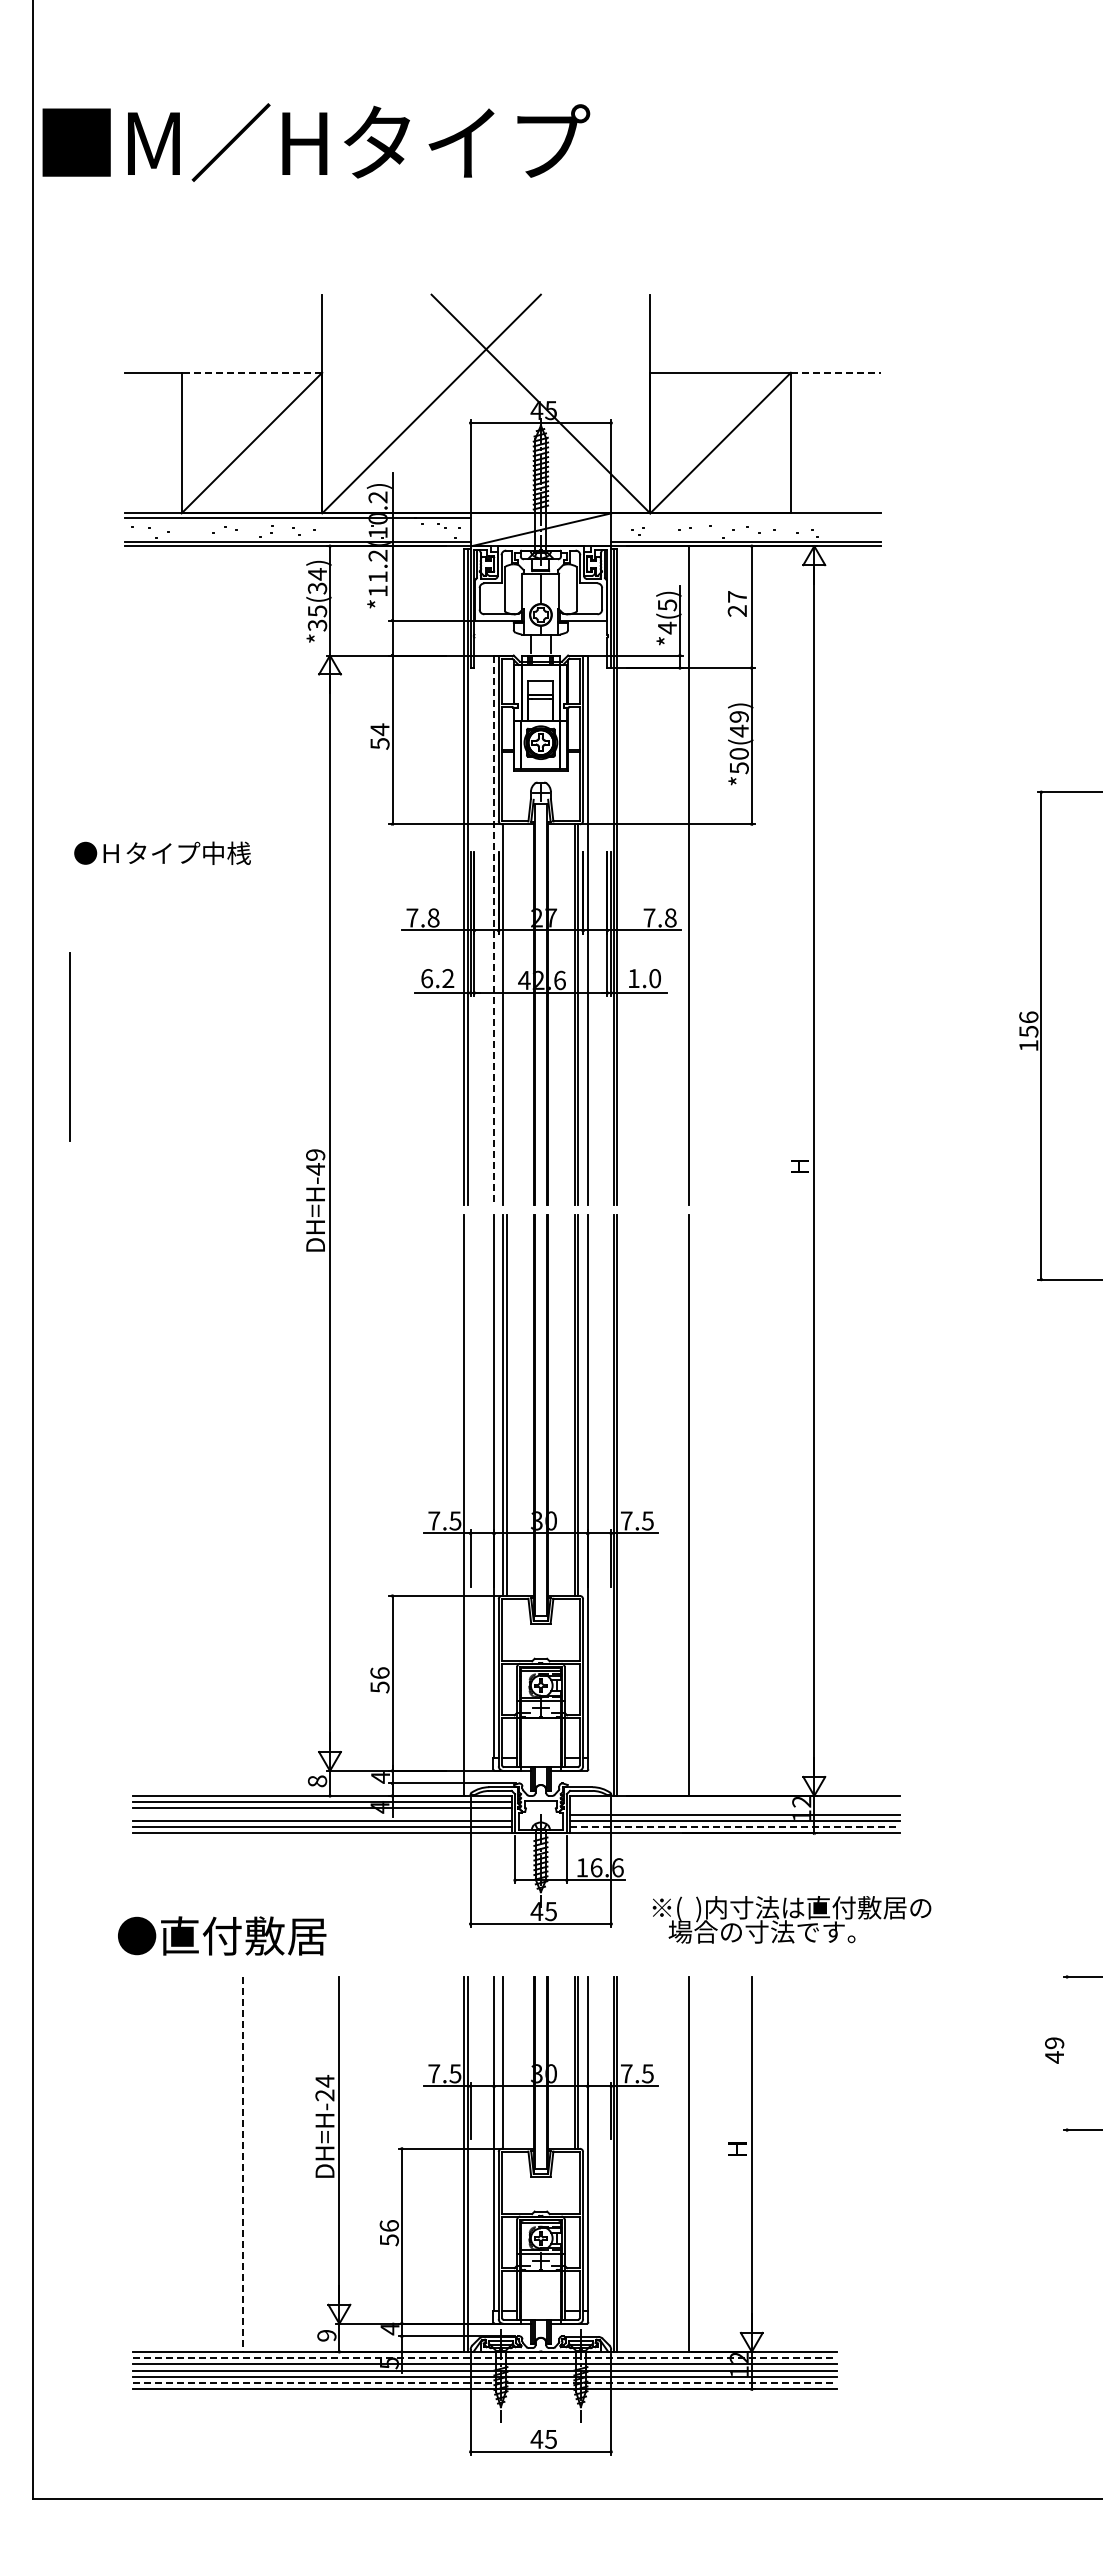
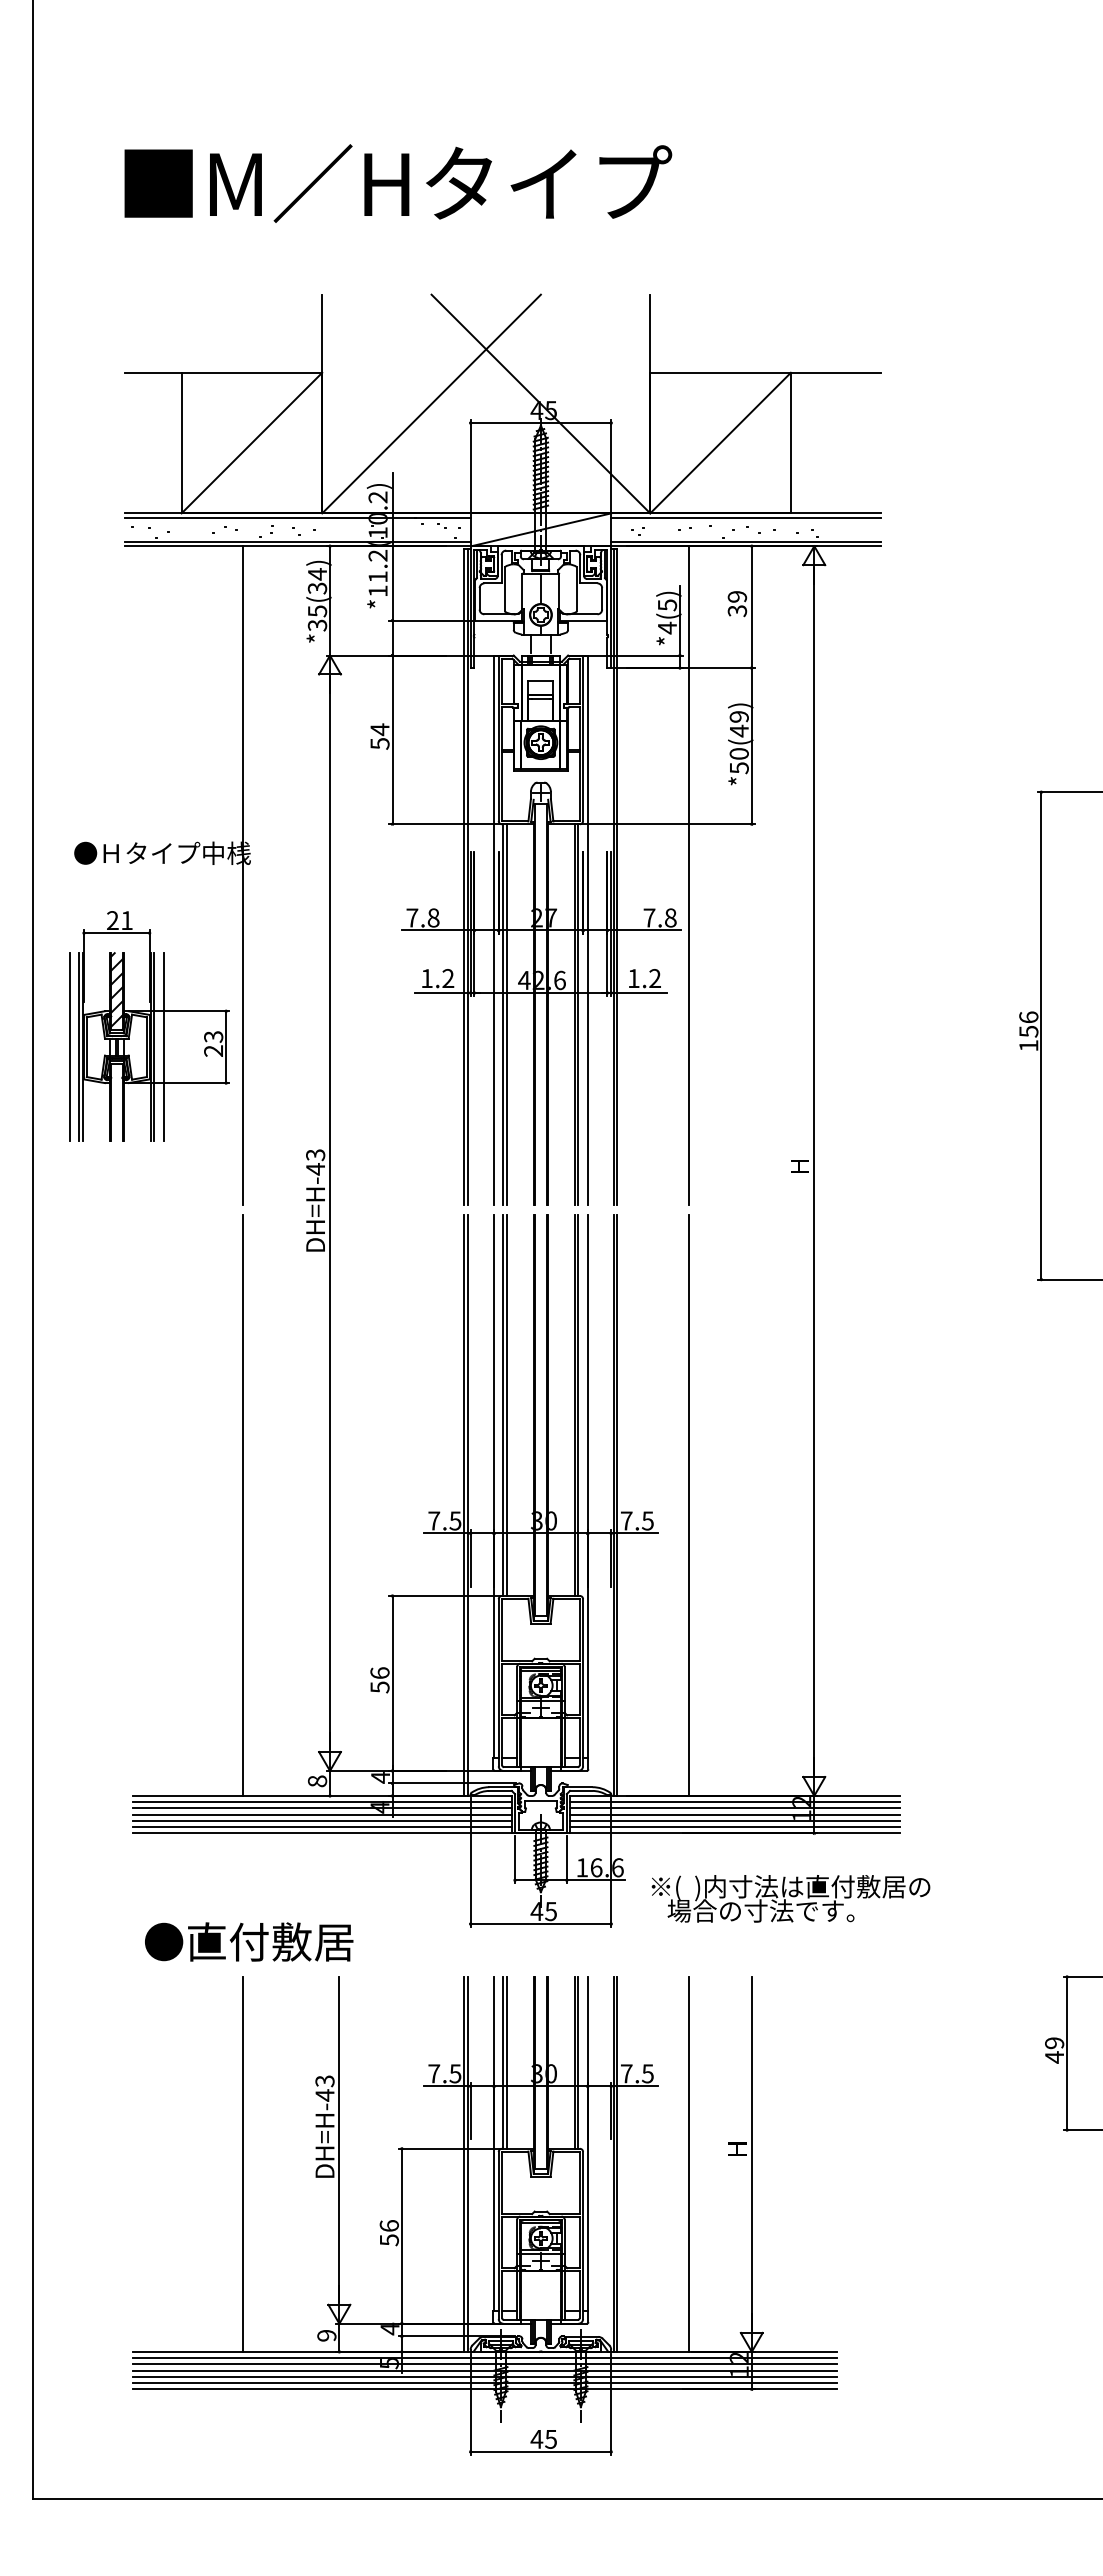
text at (316, 142) position: (316, 142) -> (398, 183)
line at (251, 372): dashed -> solid
line at (836, 372): dashed -> solid
line at (746, 518): none -> present
text at (737, 604): 27 -> 39
line at (242, 875): none -> present
line at (494, 930): dashed -> solid
text at (426, 978): 6.2 -> 1.2
text at (654, 978): 1.0 -> 1.2
line at (507, 1014): none -> present
part at (153, 1026): none -> present
text at (315, 1155): DH=H-49 -> DH=H-43
line at (242, 1504): none -> present
line at (468, 1504): none -> present
line at (734, 1802): none -> present
line at (734, 1808): none -> present
line at (321, 1814): none -> present
line at (734, 1827): dashed -> solid
text at (791, 1919) position: (791, 1919) -> (790, 1898)
text at (222, 1935) position: (222, 1935) -> (249, 1941)
line at (1067, 2053): none -> present
line at (507, 2062): none -> present
text at (324, 2088): DH=H-24 -> DH=H-43
line at (242, 2164): dashed -> solid
line at (485, 2358): dashed -> solid
line at (485, 2383): dashed -> solid
